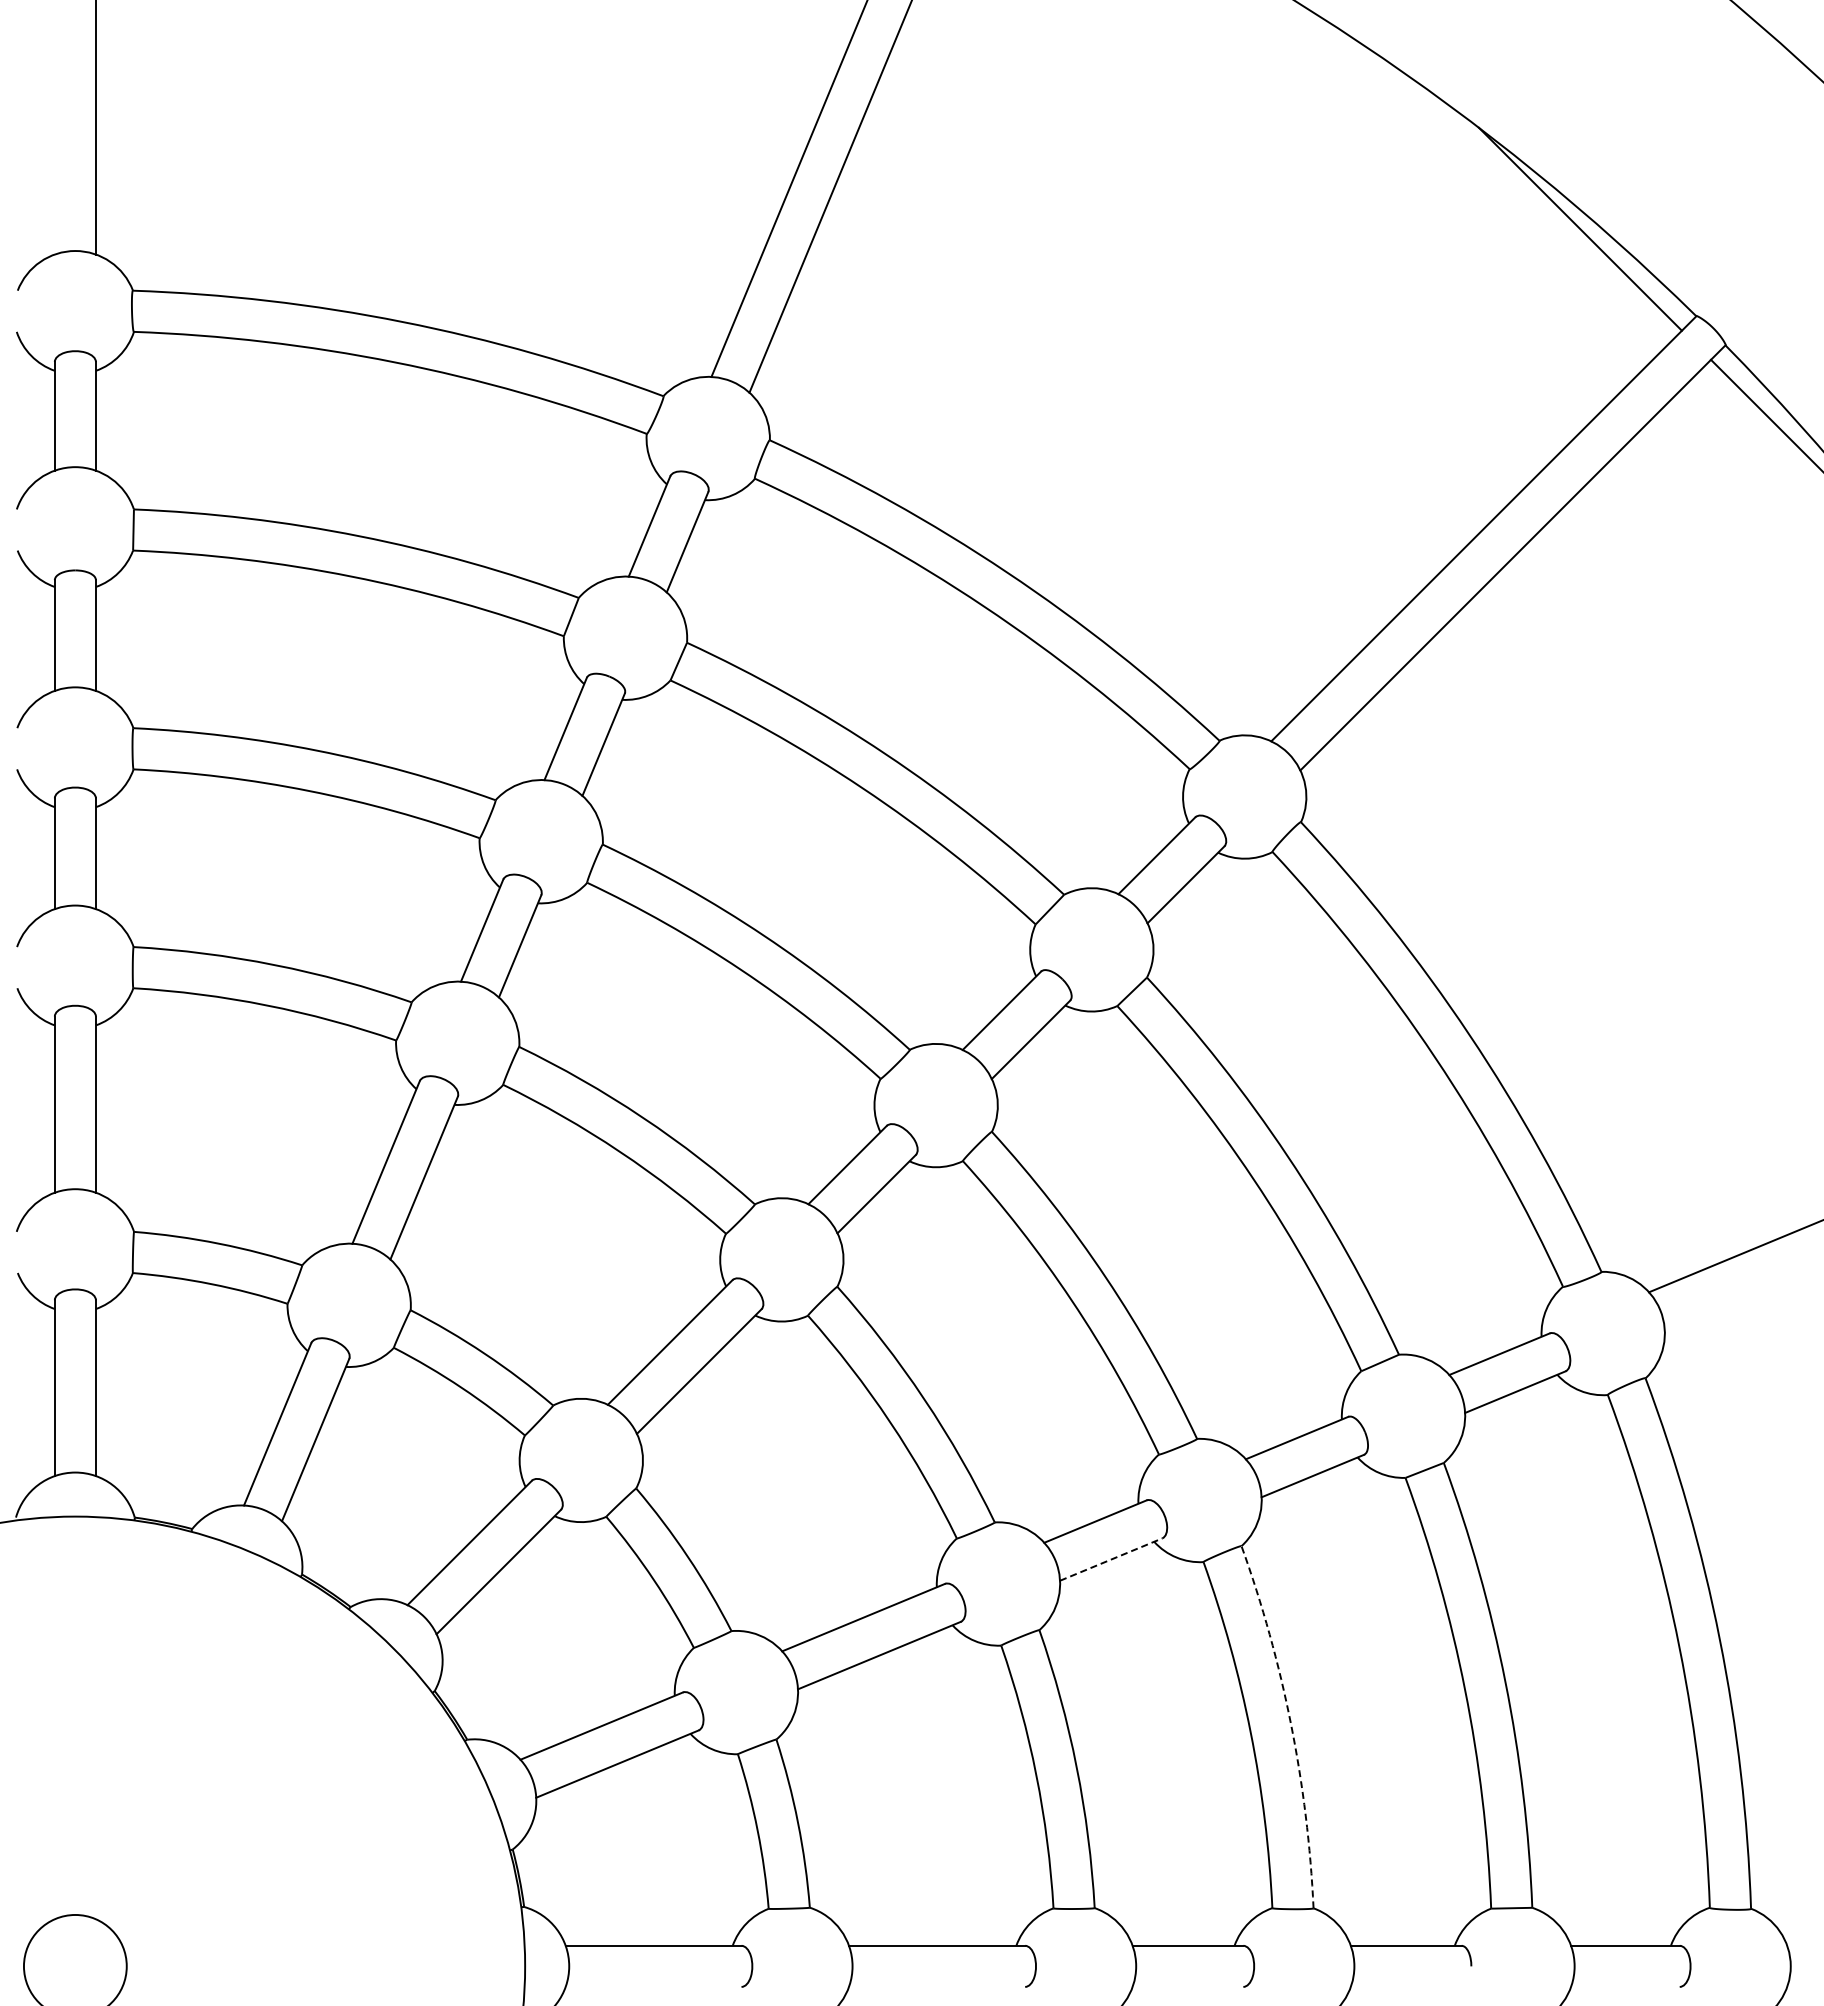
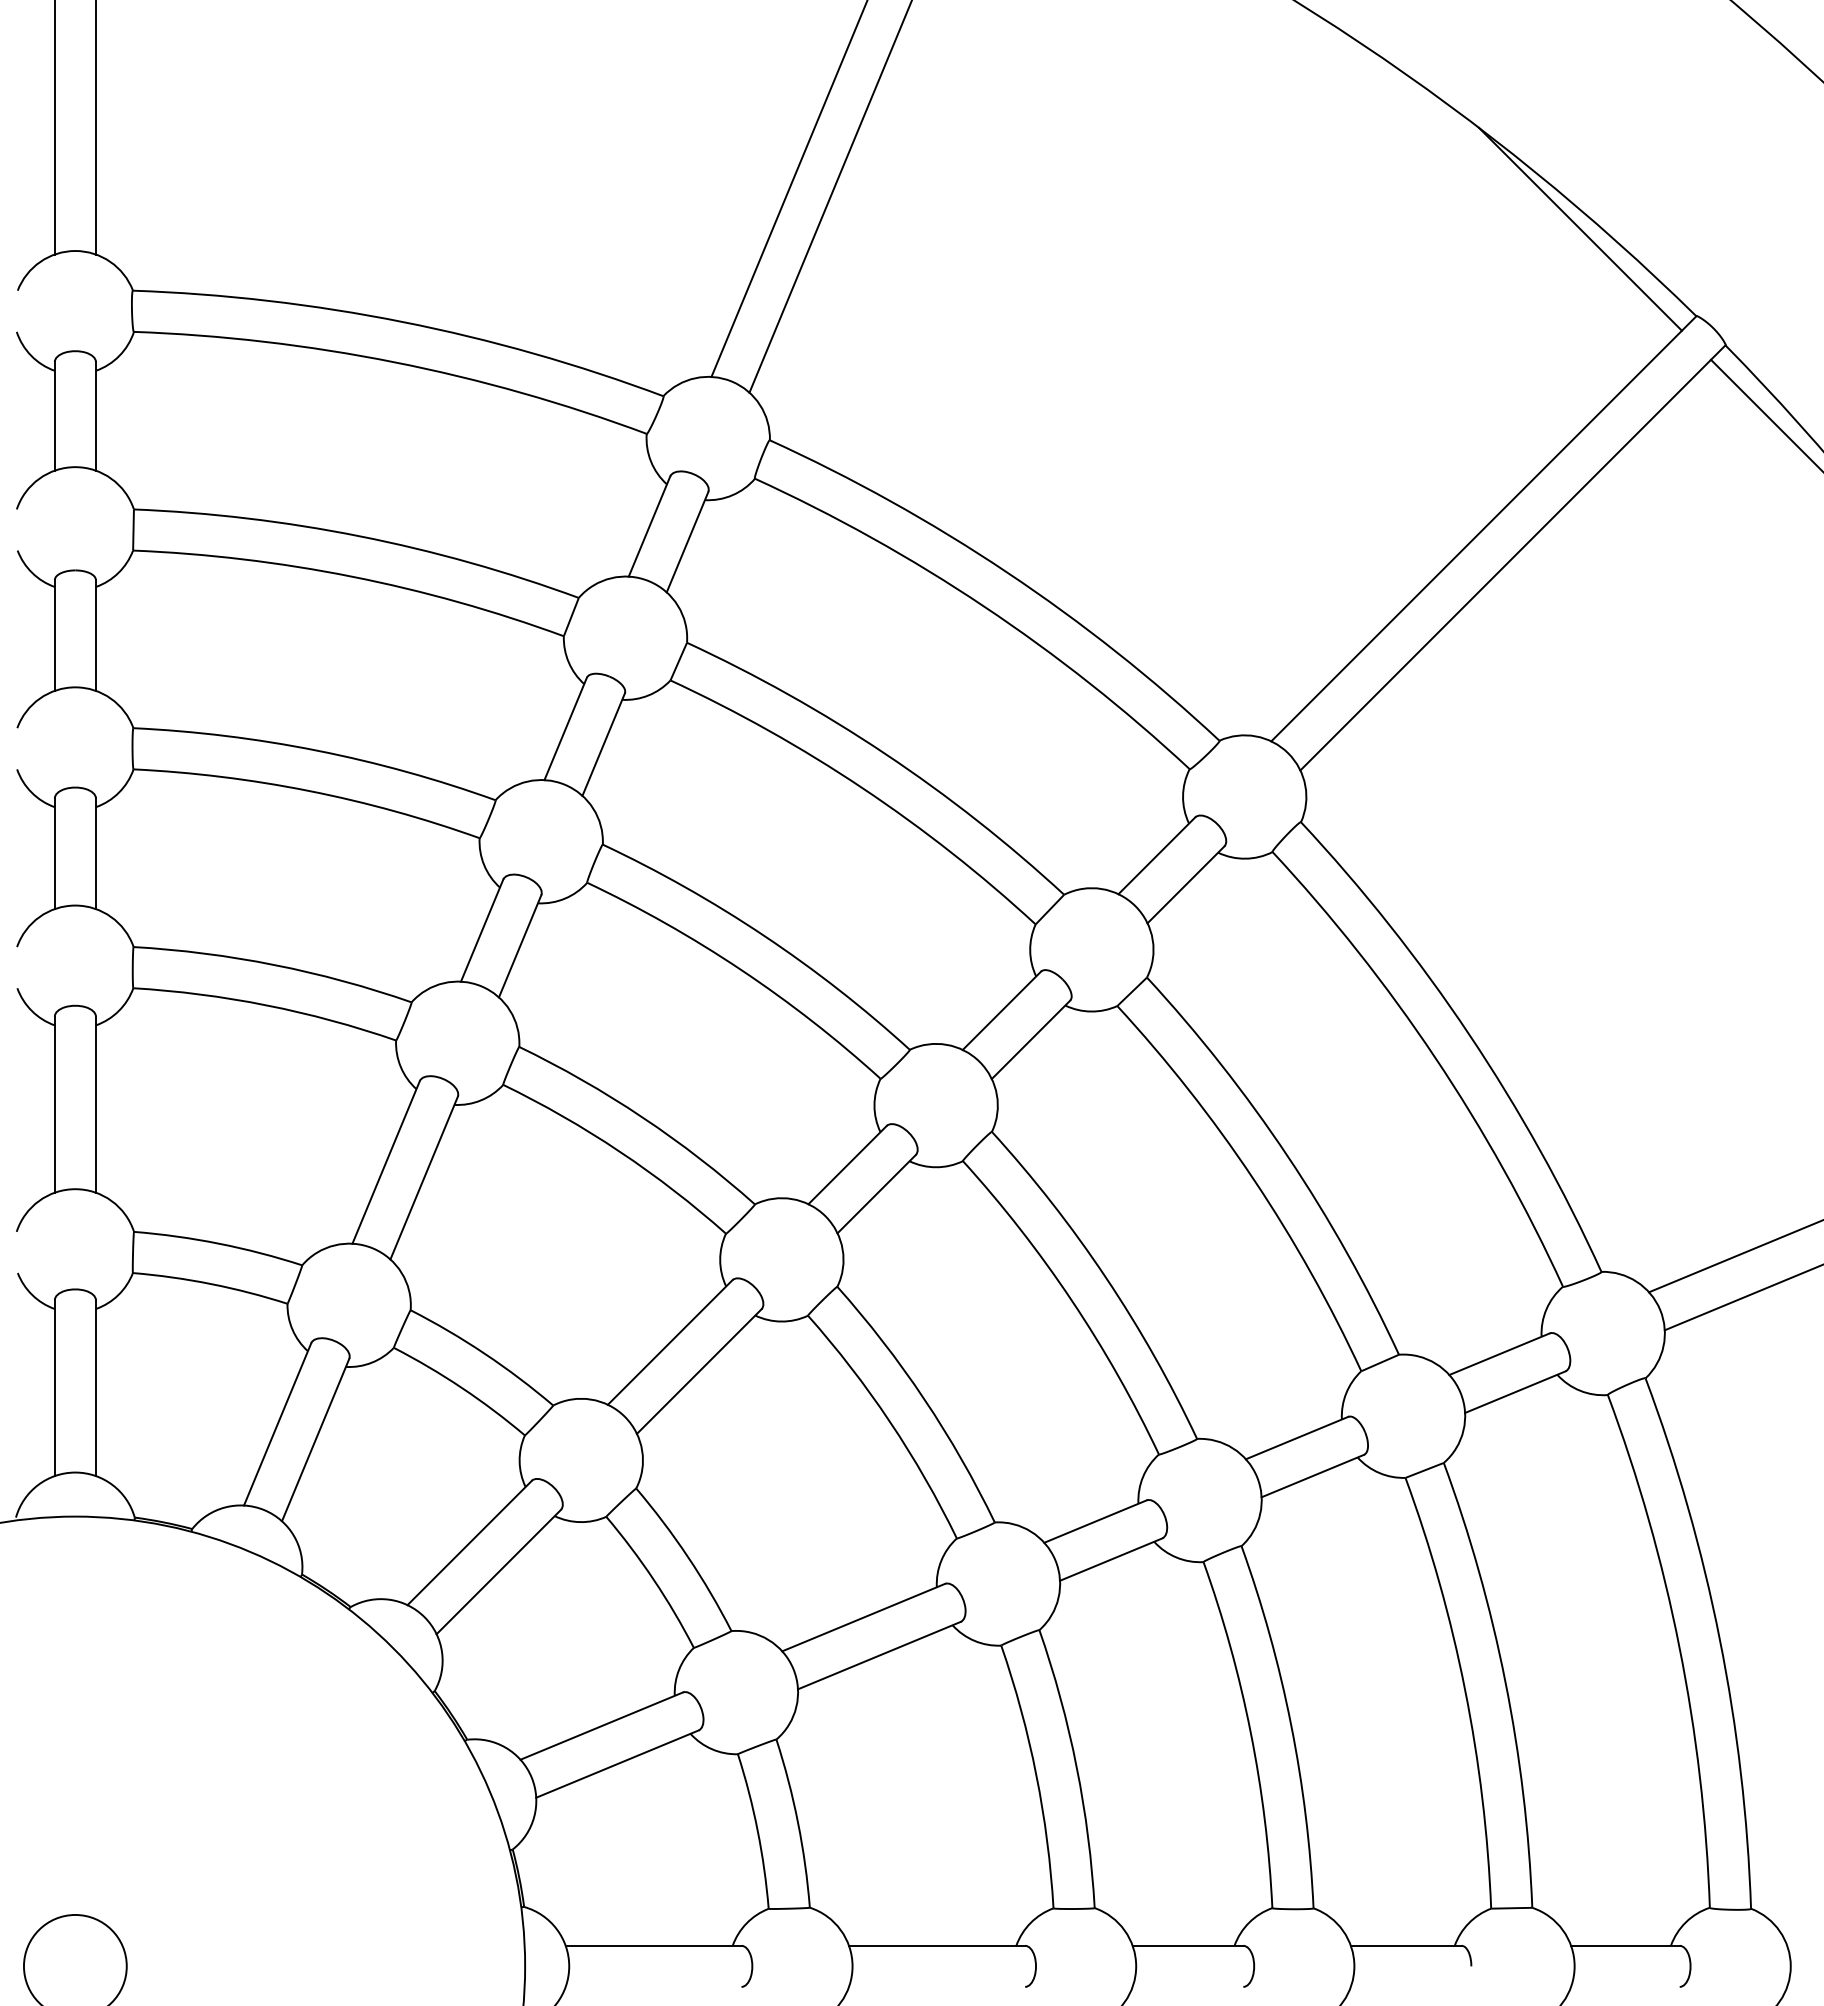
line at (54, 128): none -> present
line at (1742, 1297): none -> present
line at (1111, 1559): dashed -> solid
arc at (1291, 1724): dashed -> solid
